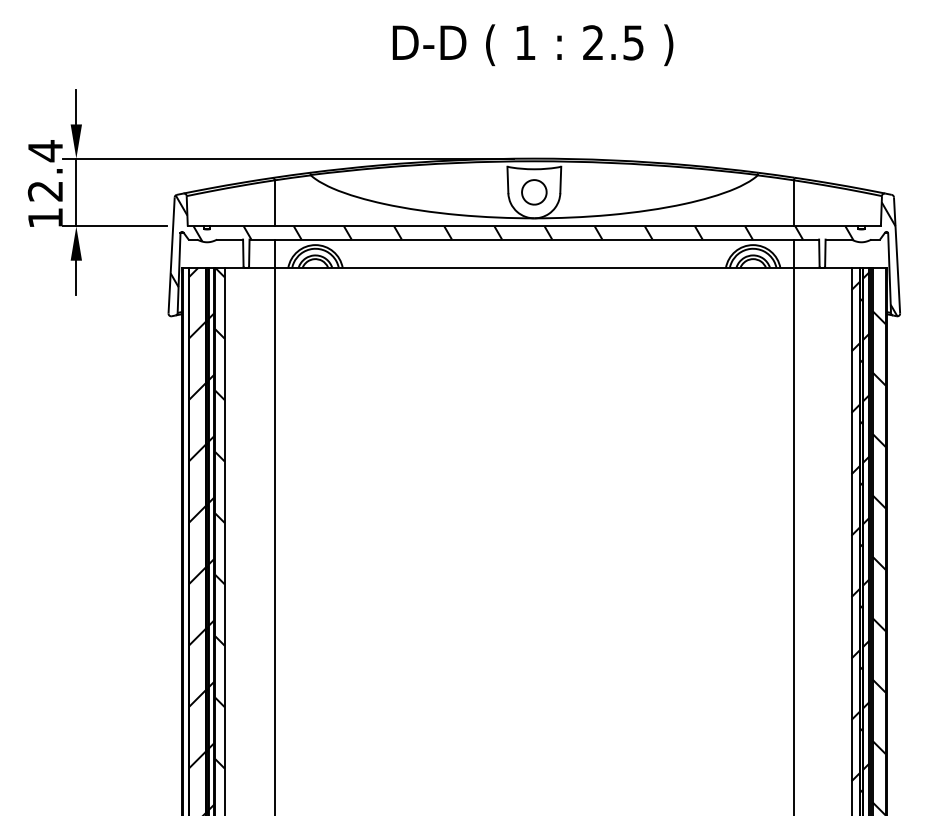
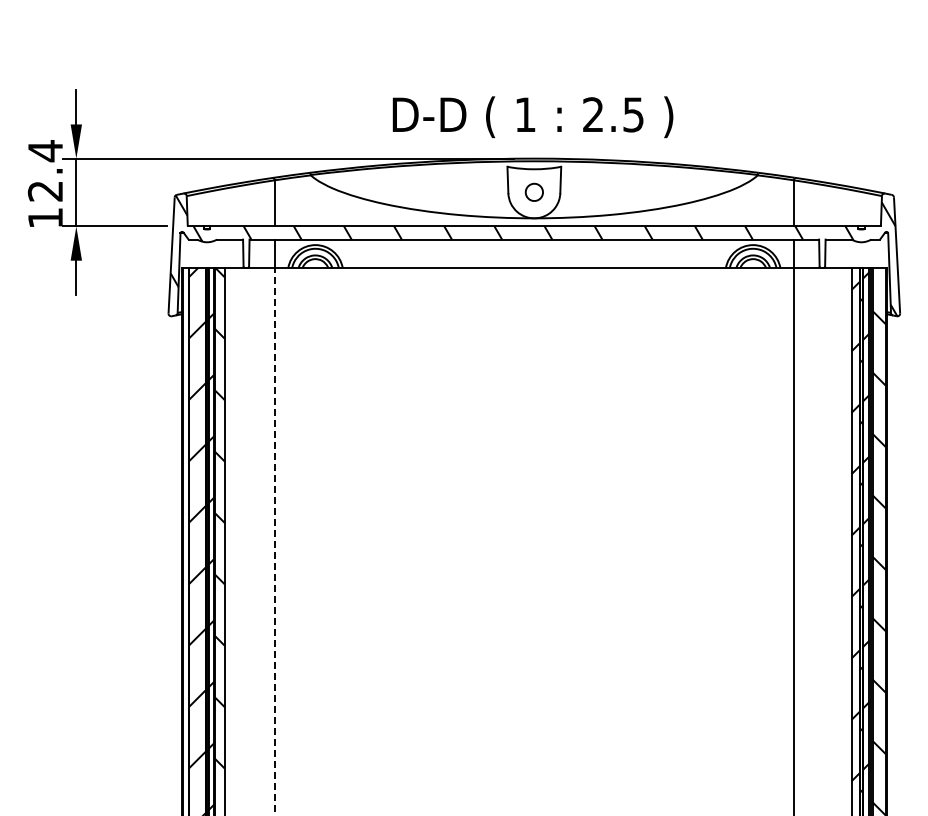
text at (532, 45) position: (532, 45) -> (532, 117)
part at (534, 192) size: 27x27 px -> 20x20 px
line at (274, 541): solid -> dashed
